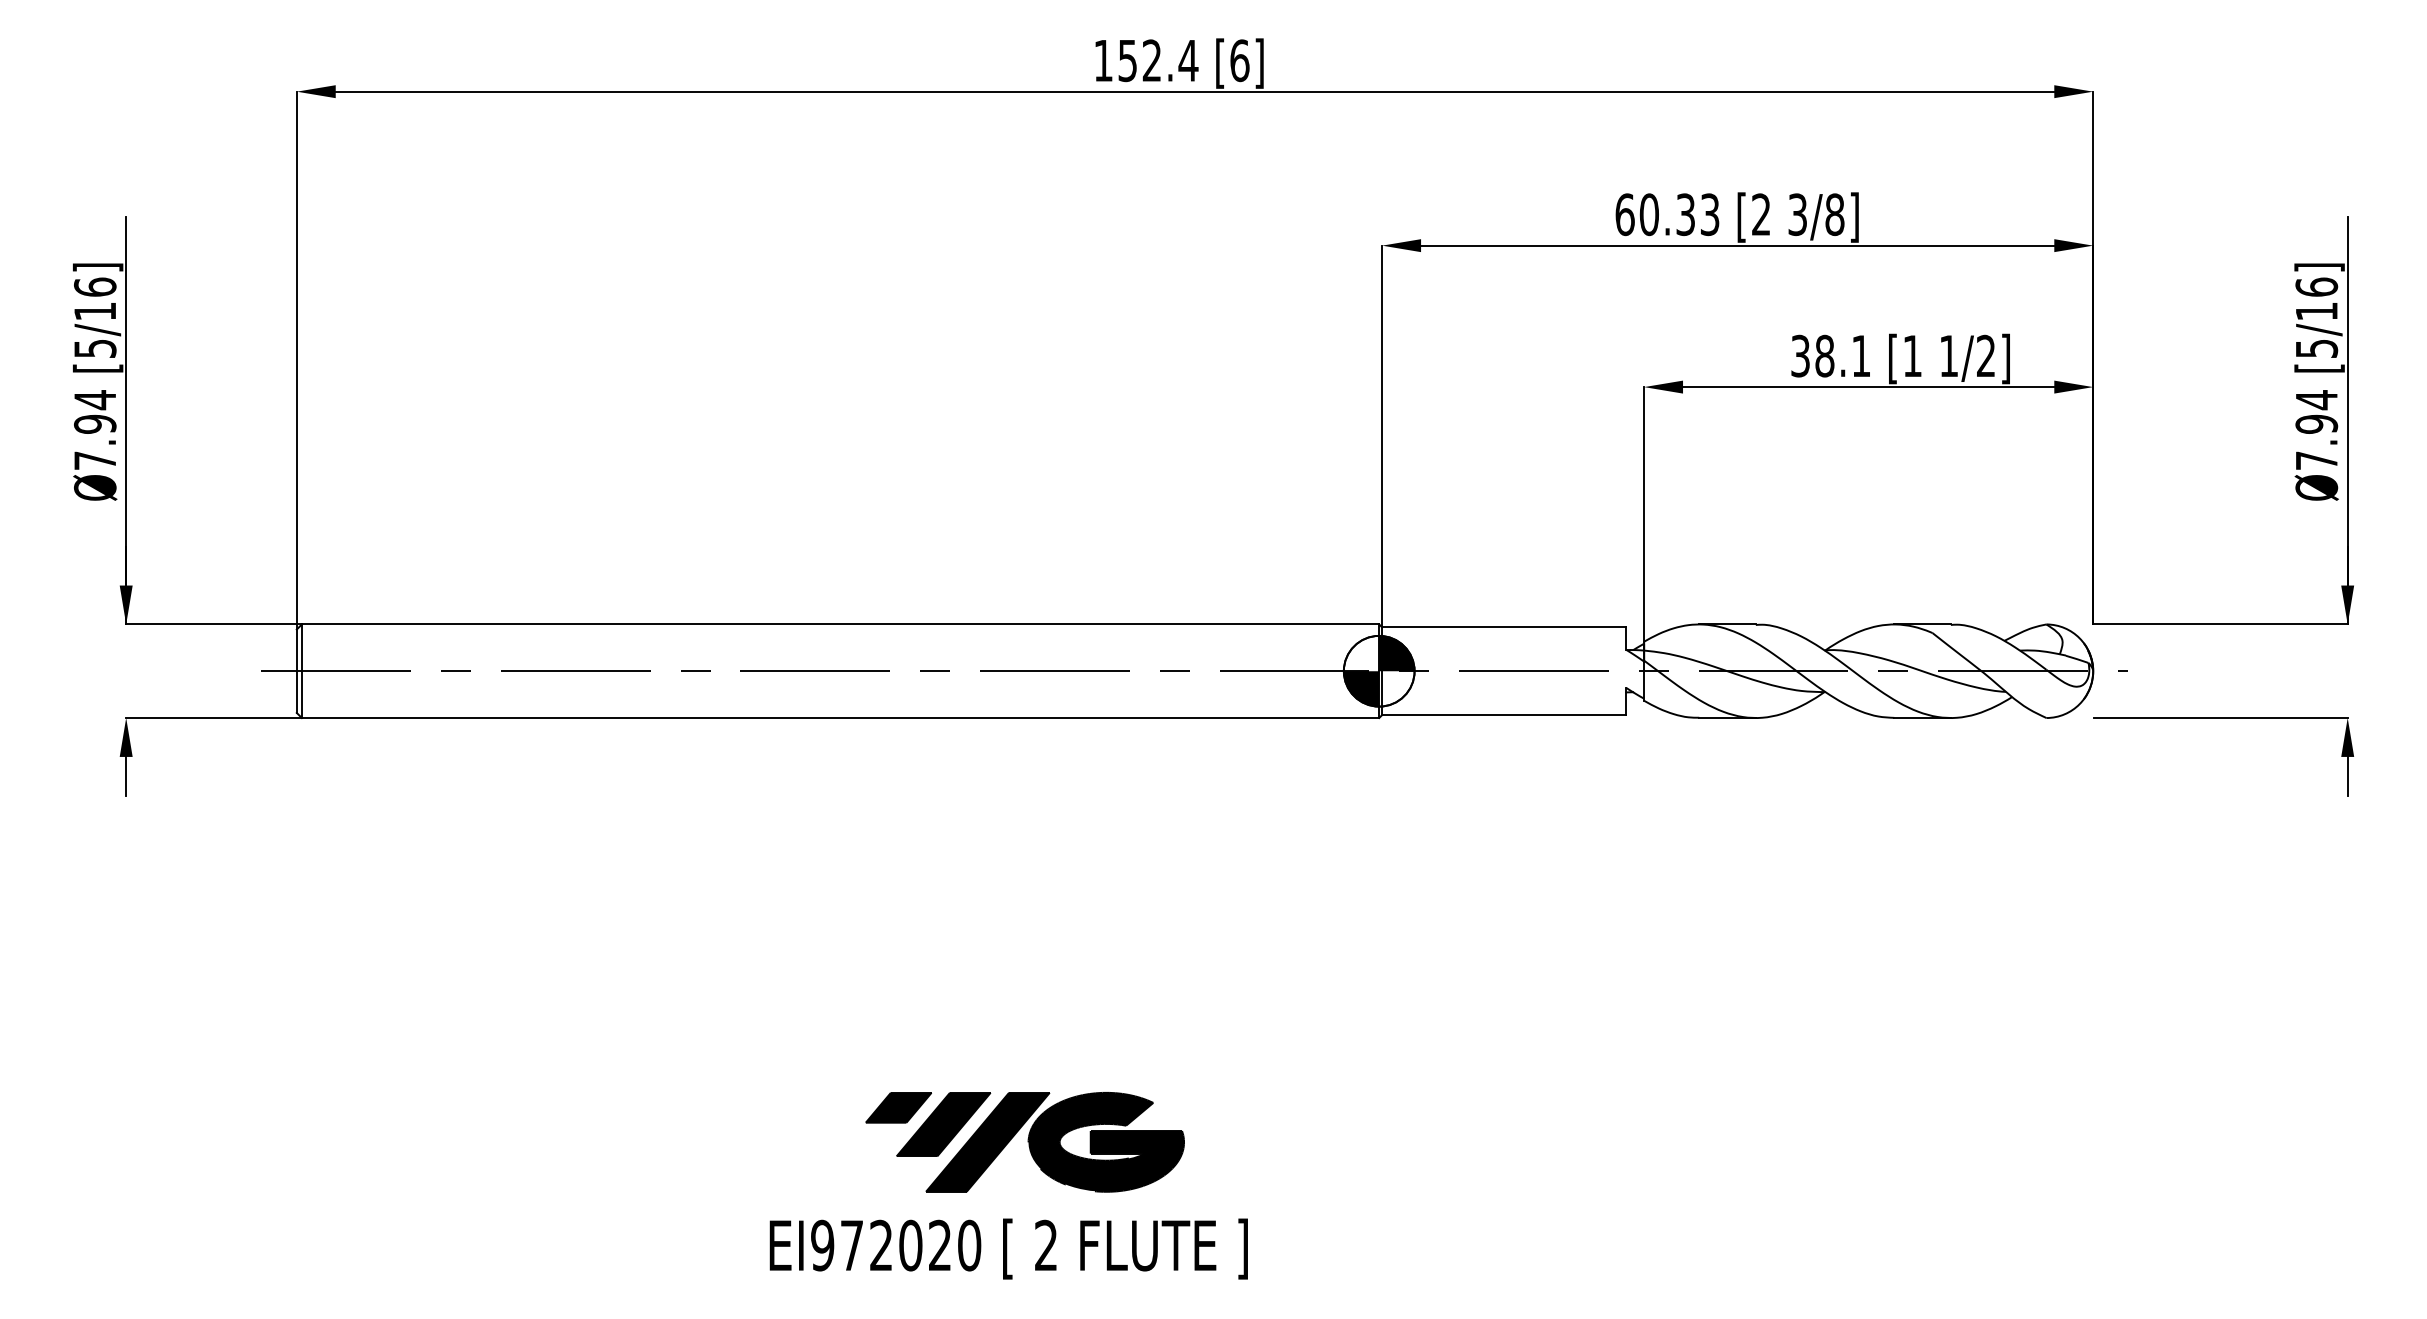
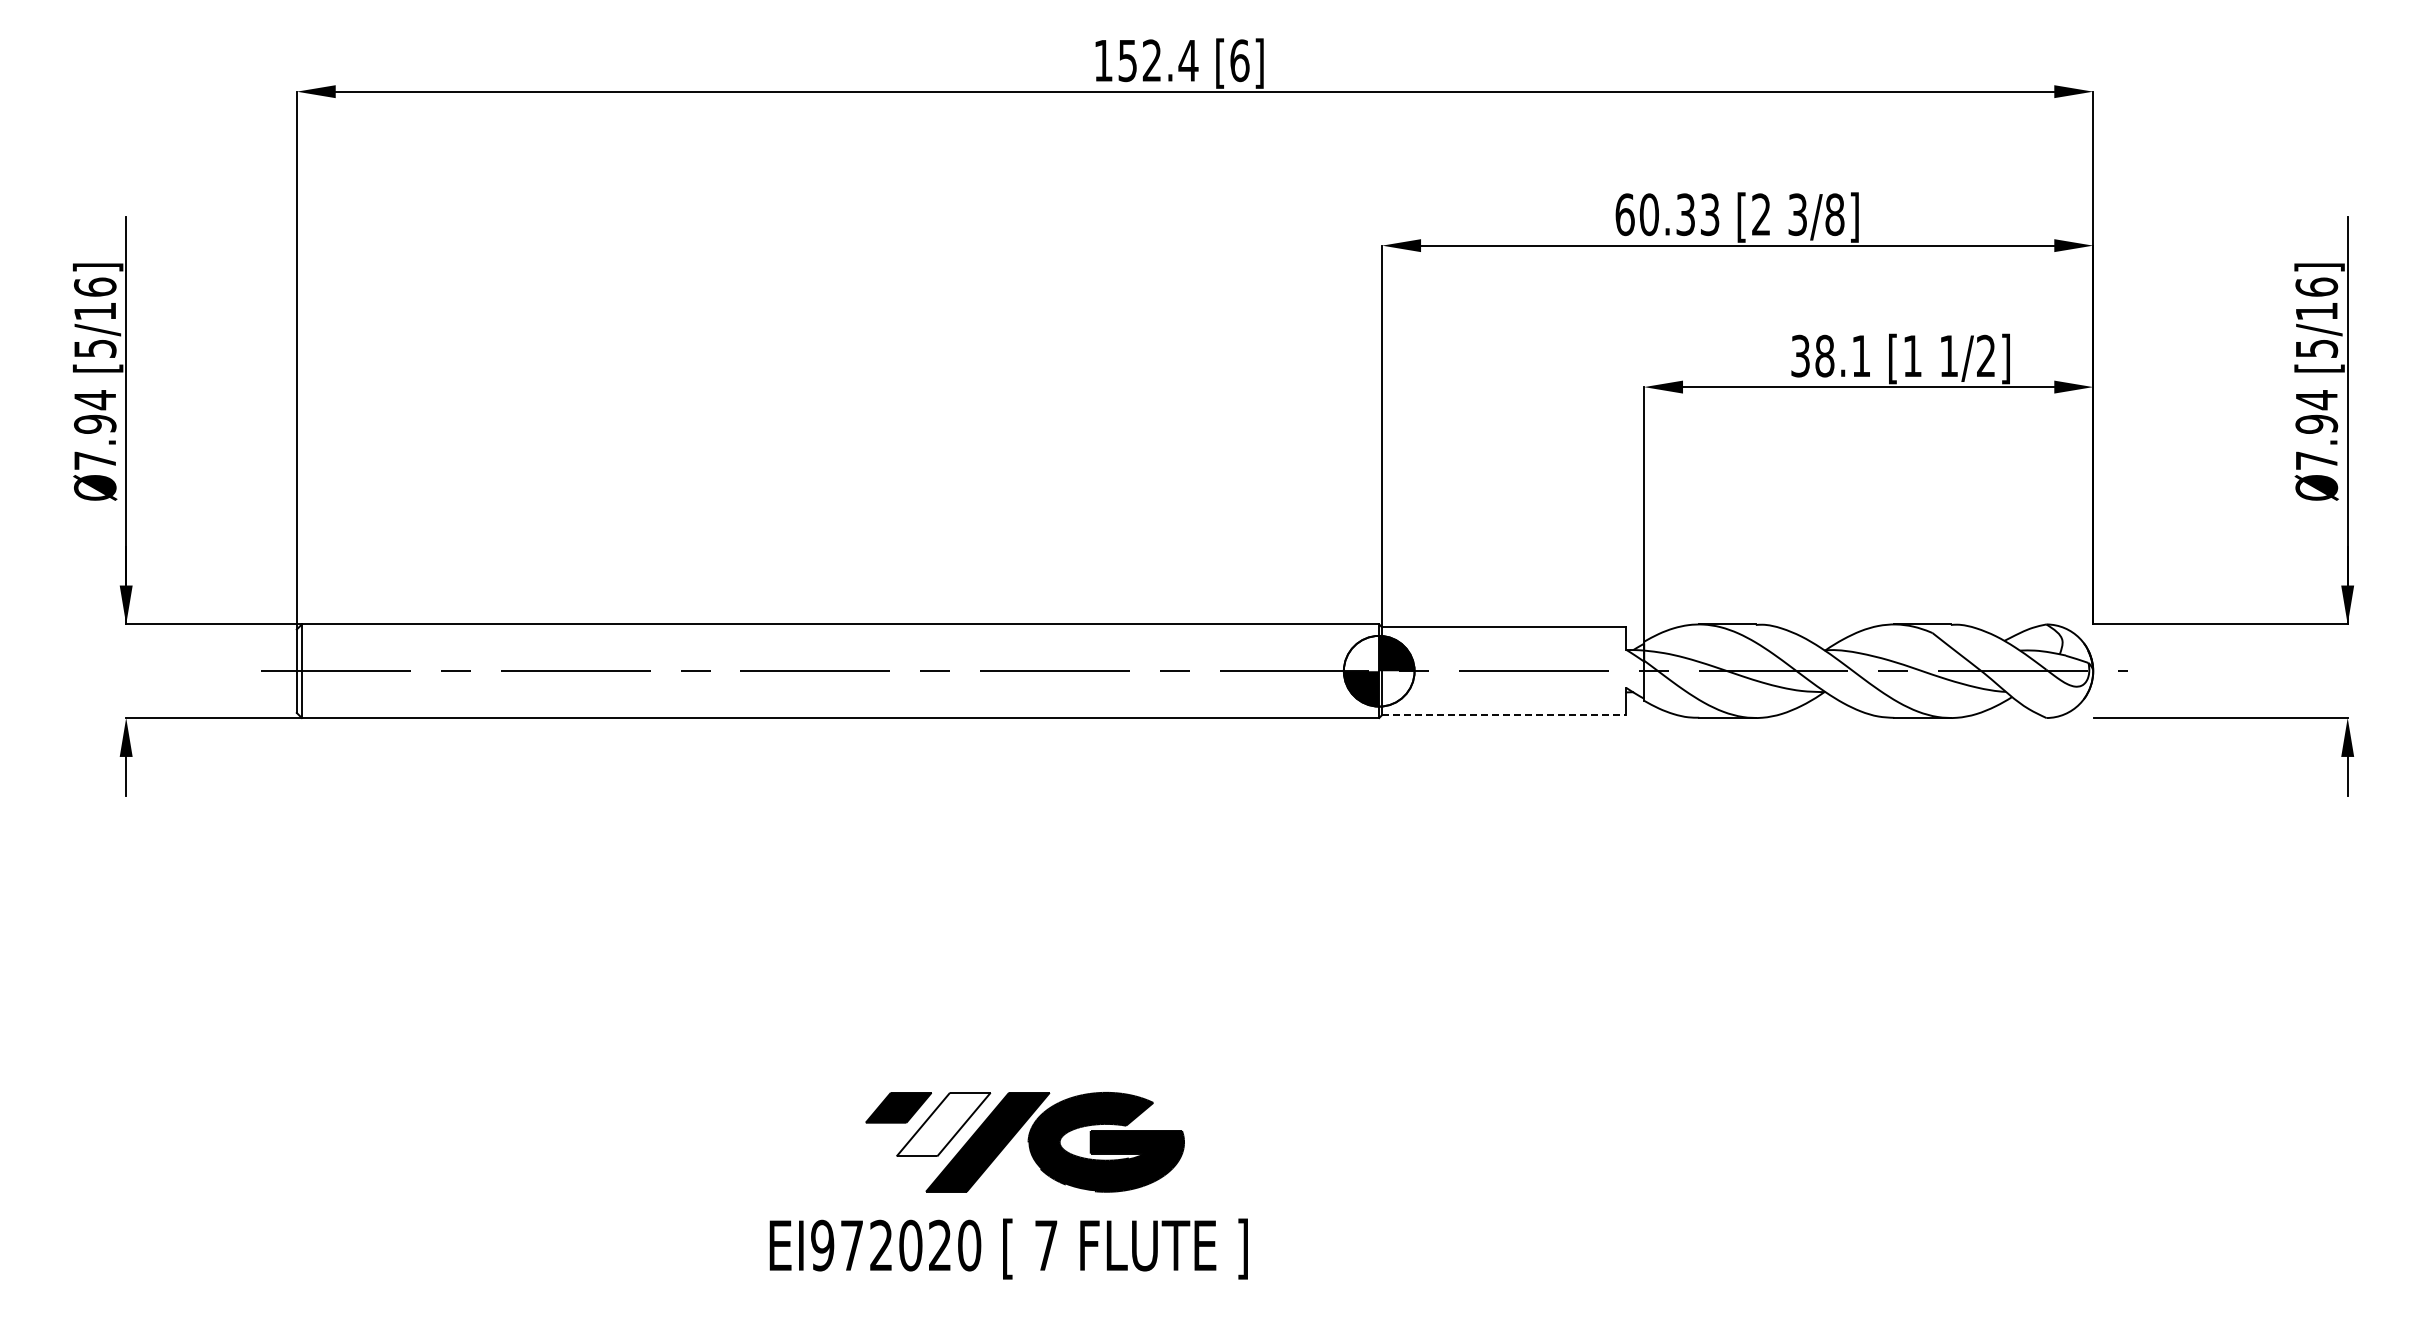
line at (1504, 715): solid -> dashed
fill at (943, 1124): present -> none
text at (1046, 1244): 2 -> 7
